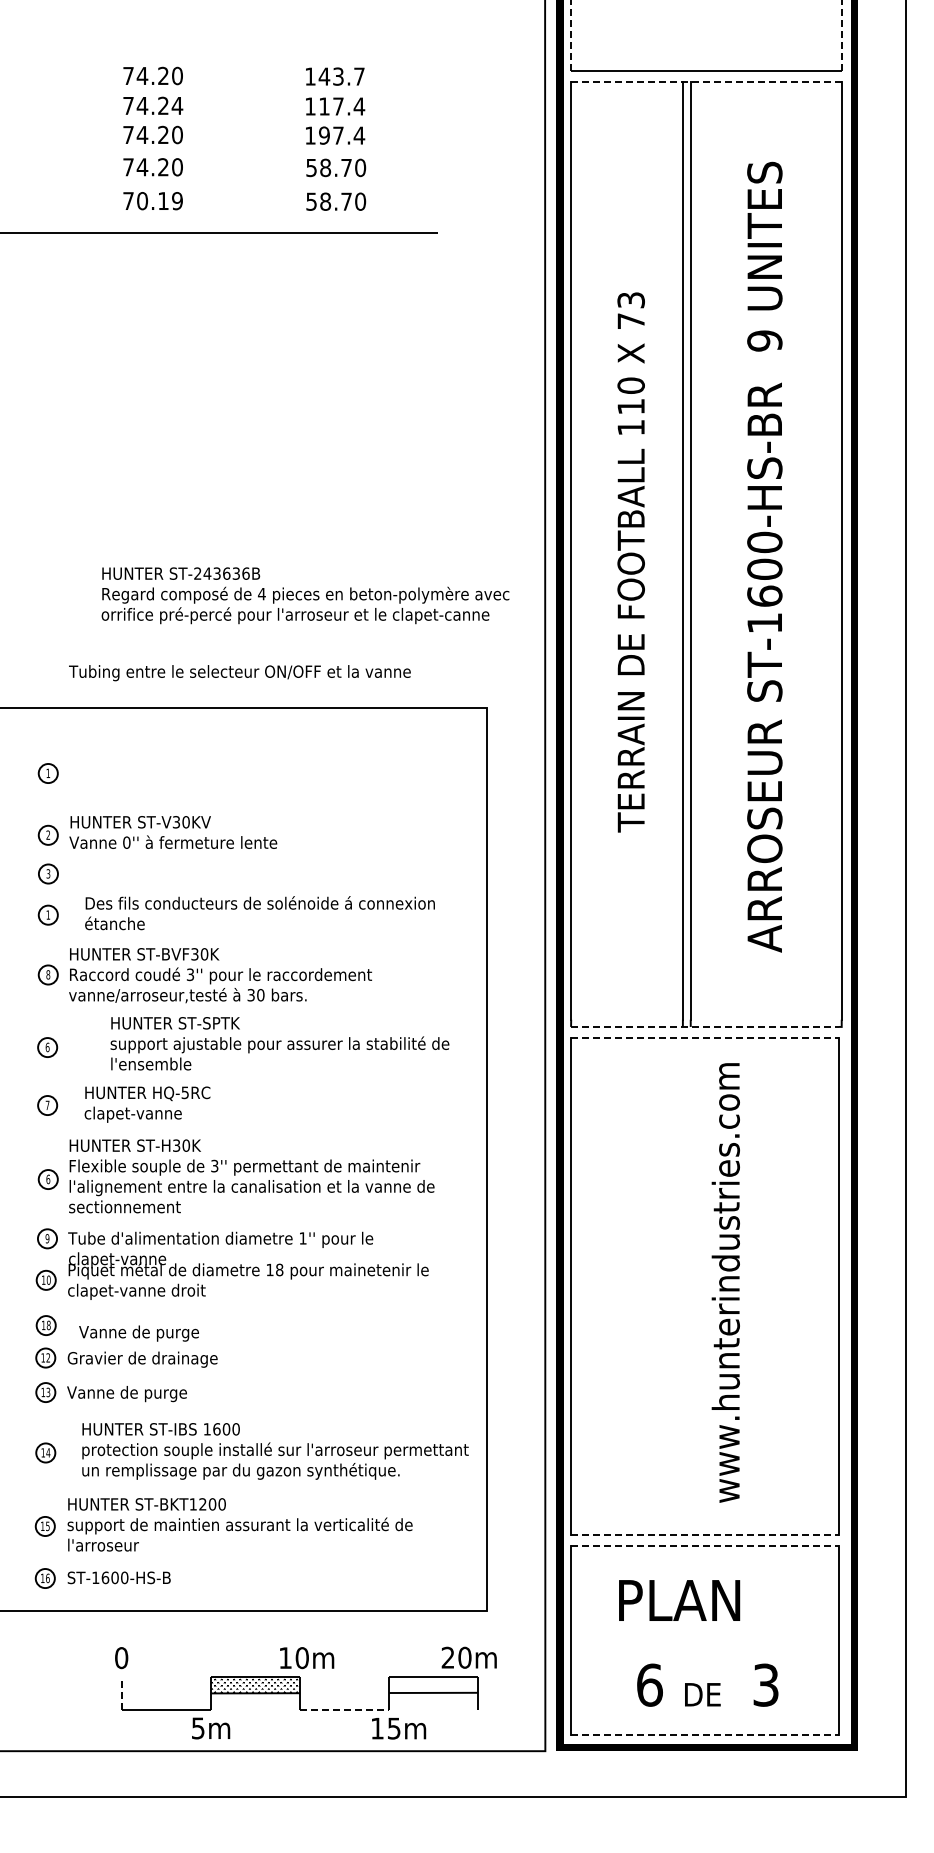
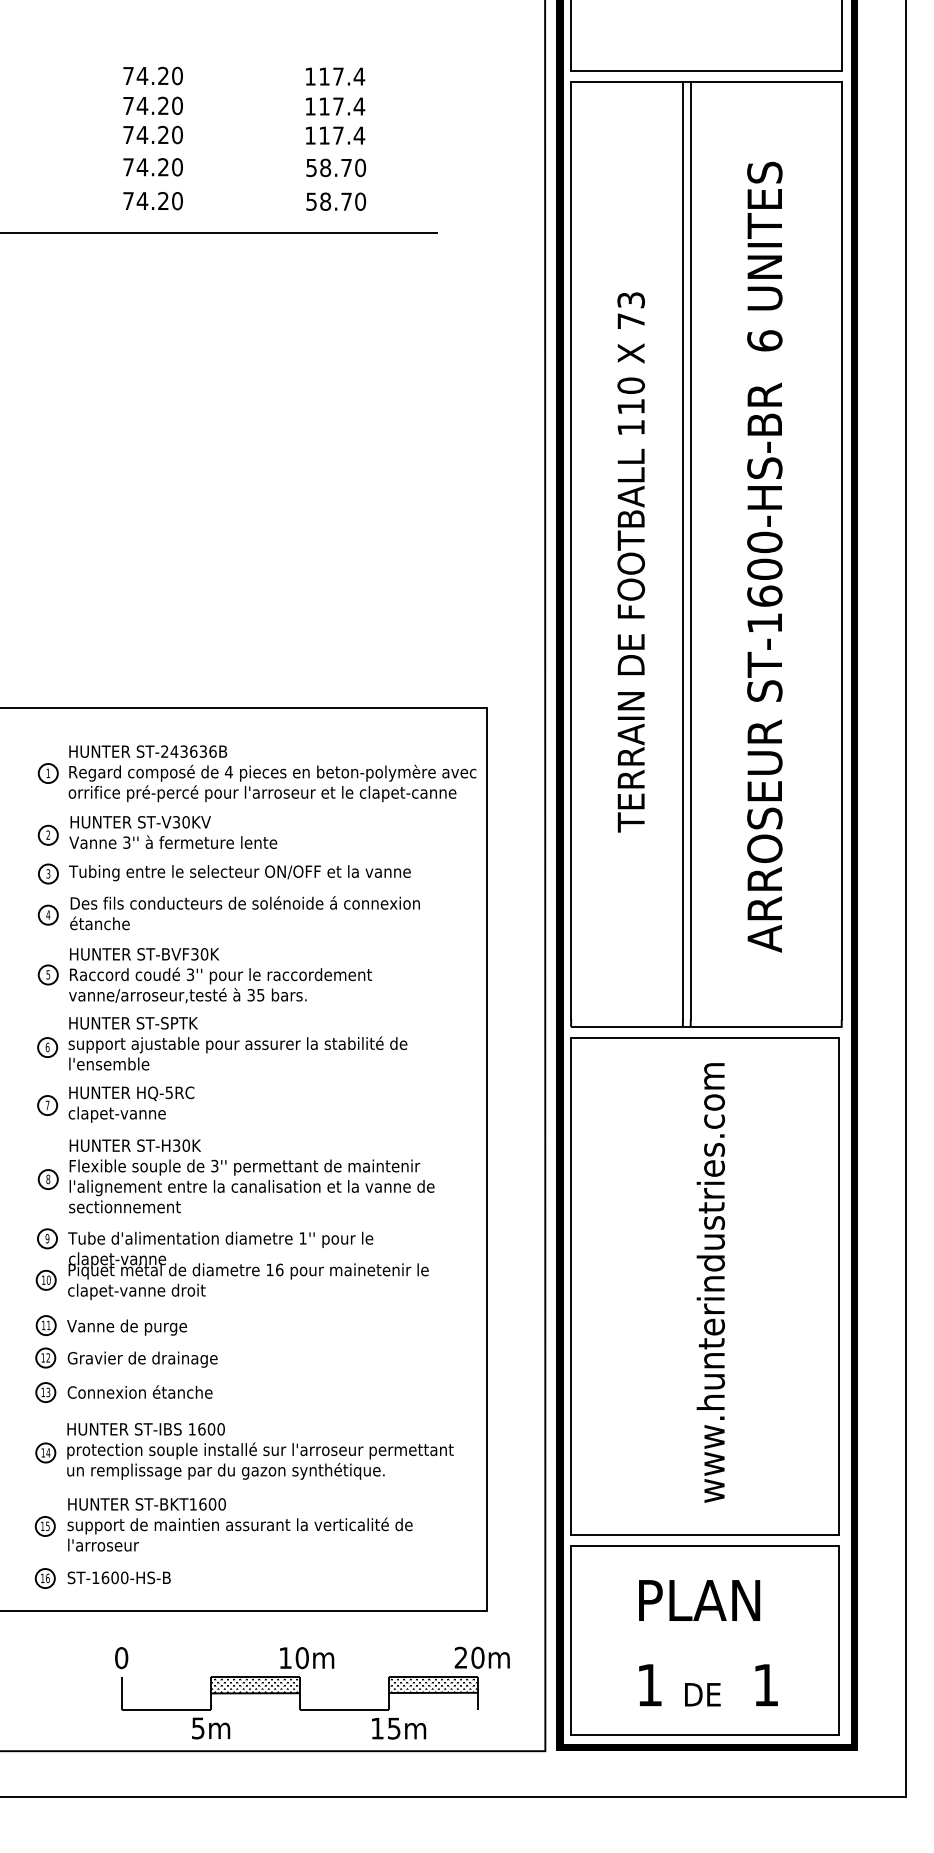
line at (571, 35): dashed -> solid
line at (841, 35): dashed -> solid
text at (341, 76): 143.7 -> 117.4
line at (705, 82): dashed -> solid
text at (177, 105): 74.24 -> 74.20
text at (324, 135): 197.4 -> 117.4
text at (159, 201): 70.19 -> 74.20
text at (764, 340): 9 -> 6
text at (305, 595) position: (305, 595) -> (272, 773)
text at (239, 673) position: (239, 673) -> (239, 873)
text at (126, 842): 0'' -> 3''
text at (259, 913) position: (259, 913) -> (244, 913)
text at (48, 914): 1 -> 4
text at (48, 974): 8 -> 5
text at (260, 995): 30 -> 35
line at (705, 1026): dashed -> solid
line at (705, 1038): dashed -> solid
text at (279, 1043) position: (279, 1043) -> (237, 1043)
text at (147, 1104) position: (147, 1104) -> (131, 1104)
text at (48, 1178): 6 -> 8
text at (279, 1269): 18 -> 16
text at (725, 1282) position: (725, 1282) -> (710, 1282)
text at (48, 1325): 18 -> 11
text at (138, 1333) position: (138, 1333) -> (126, 1327)
text at (139, 1393): Vanne de purge -> Connexion étanche
text at (275, 1451) position: (275, 1451) -> (260, 1451)
text at (202, 1504): ST-BKT1200 -> ST-BKT1600
line at (705, 1535): dashed -> solid
line at (705, 1546): dashed -> solid
text at (679, 1600) position: (679, 1600) -> (699, 1600)
text at (468, 1657) position: (468, 1657) -> (481, 1657)
text at (649, 1684): 6 -> 1
text at (765, 1684): 3 -> 1
hatch at (433, 1685): none -> present
line at (121, 1693): dashed -> solid
line at (344, 1710): dashed -> solid
line at (705, 1735): dashed -> solid
